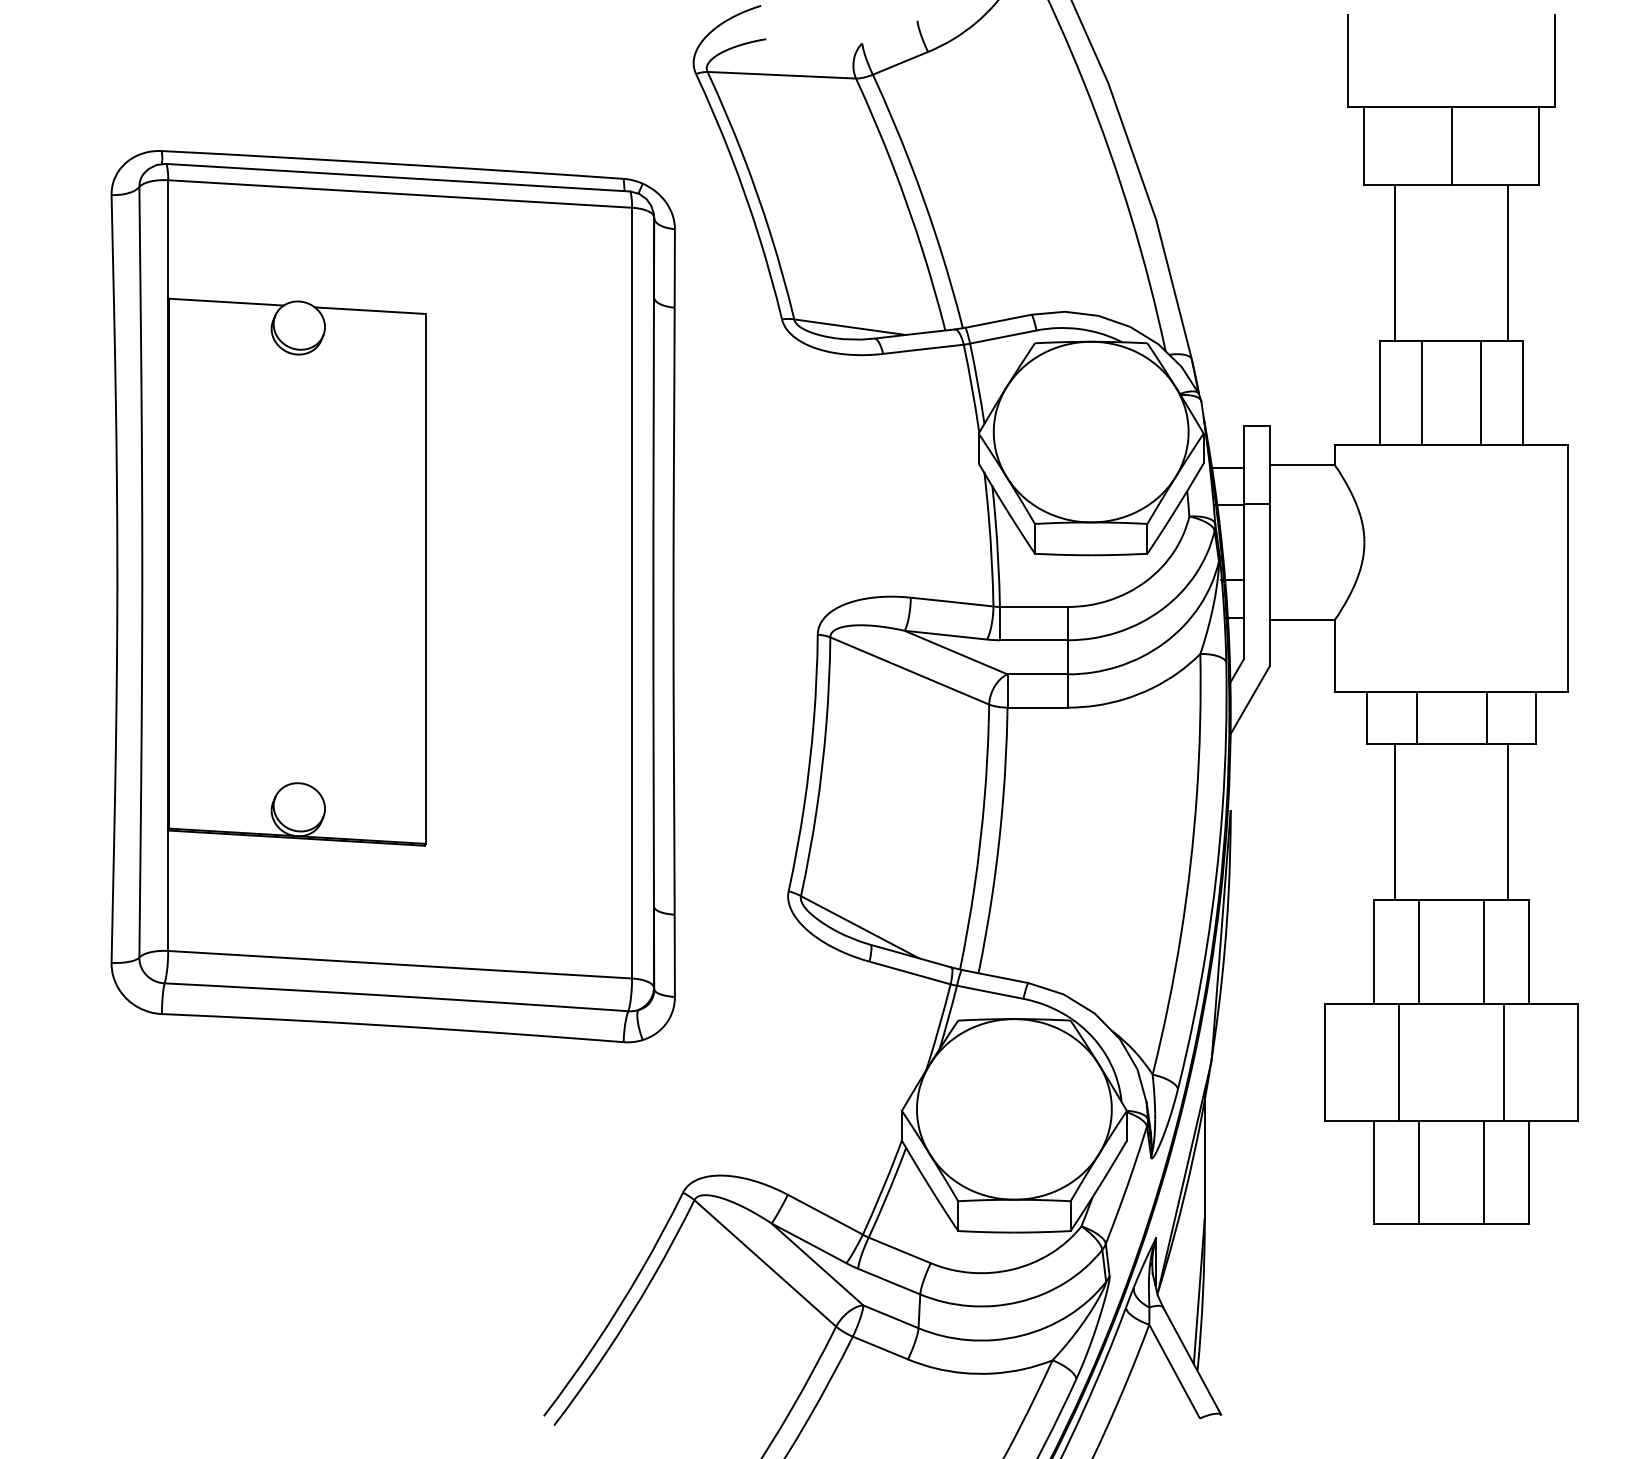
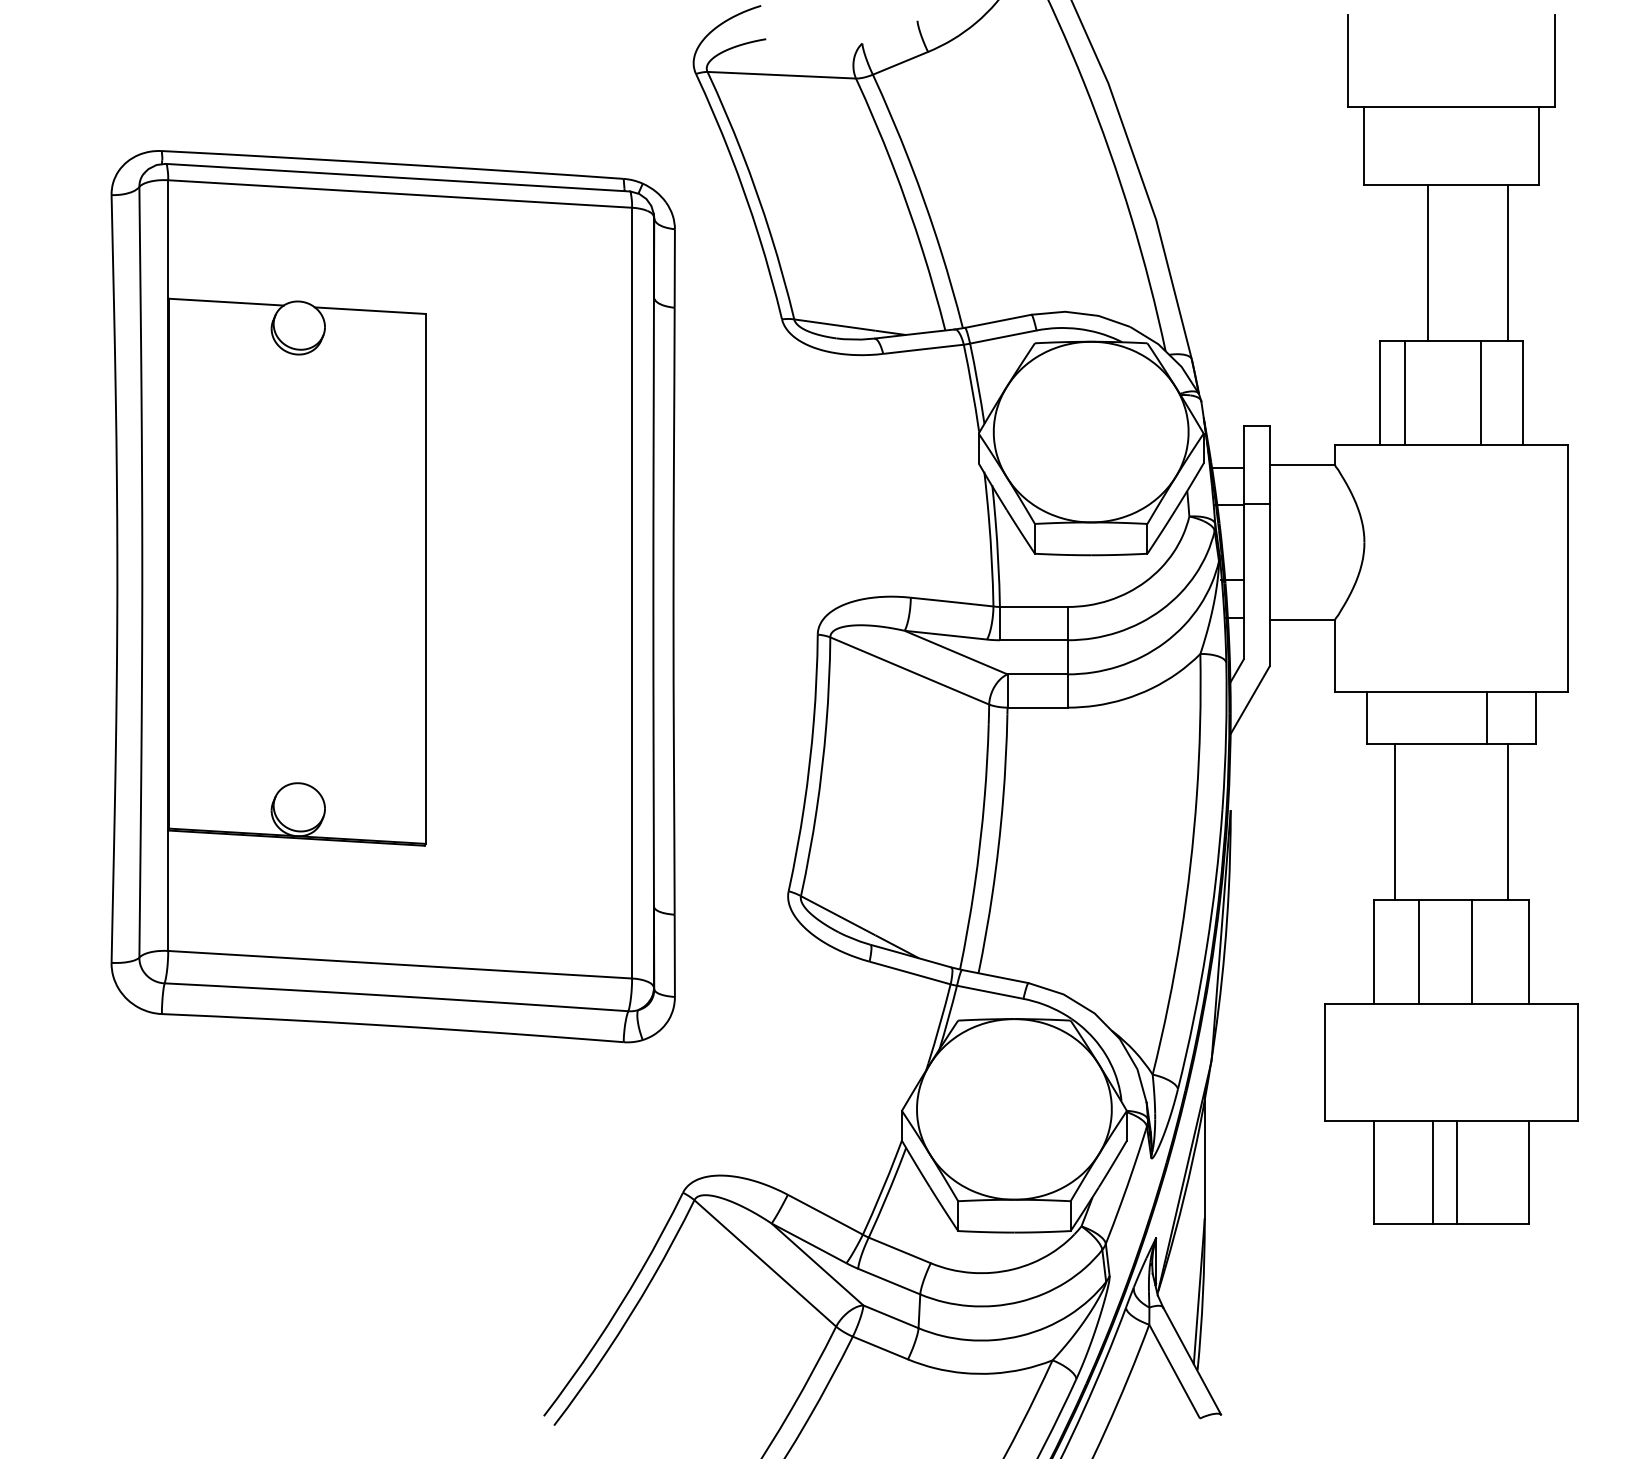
line at (1451, 146): present -> none
line at (1395, 263) position: (1395, 263) -> (1428, 263)
line at (1421, 393) position: (1421, 393) -> (1404, 393)
line at (1416, 717): present -> none
line at (1483, 951) position: (1483, 951) -> (1471, 951)
line at (1399, 1061): present -> none
line at (1504, 1061): present -> none
line at (1419, 1172) position: (1419, 1172) -> (1433, 1172)
line at (1483, 1172) position: (1483, 1172) -> (1456, 1172)
